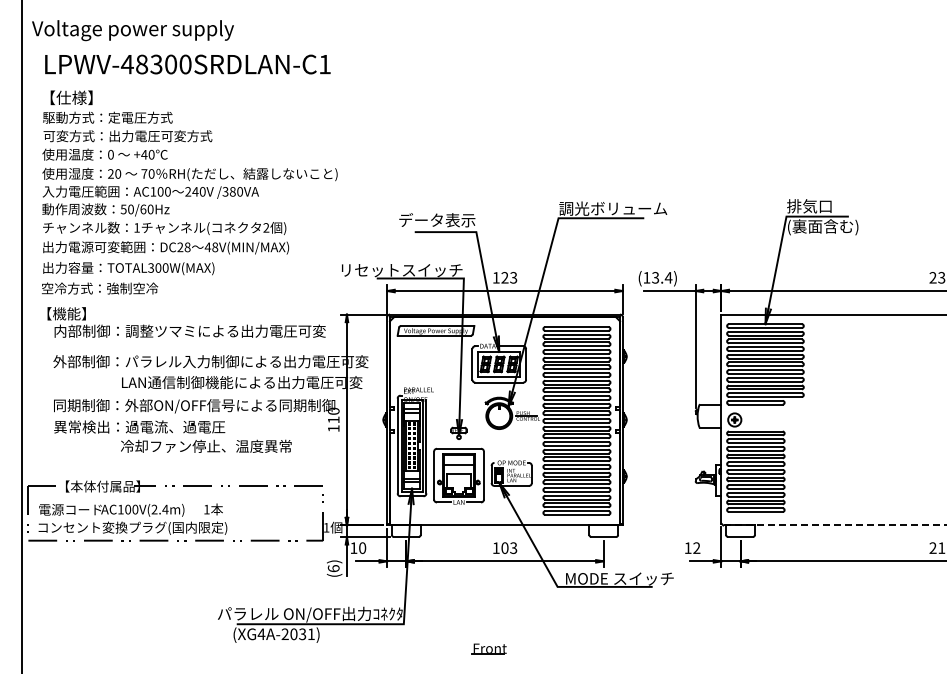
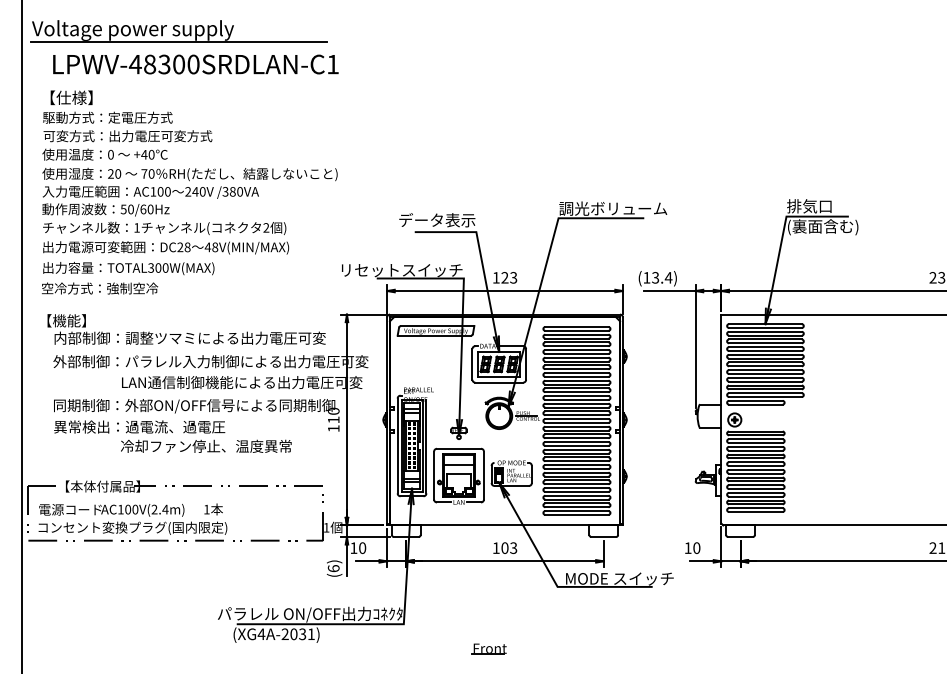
line at (178, 42): none -> present
text at (187, 64) position: (187, 64) -> (195, 64)
text at (186, 322) position: (186, 322) -> (186, 329)
line at (835, 525): dashed -> solid
text at (696, 547): 12 -> 10
